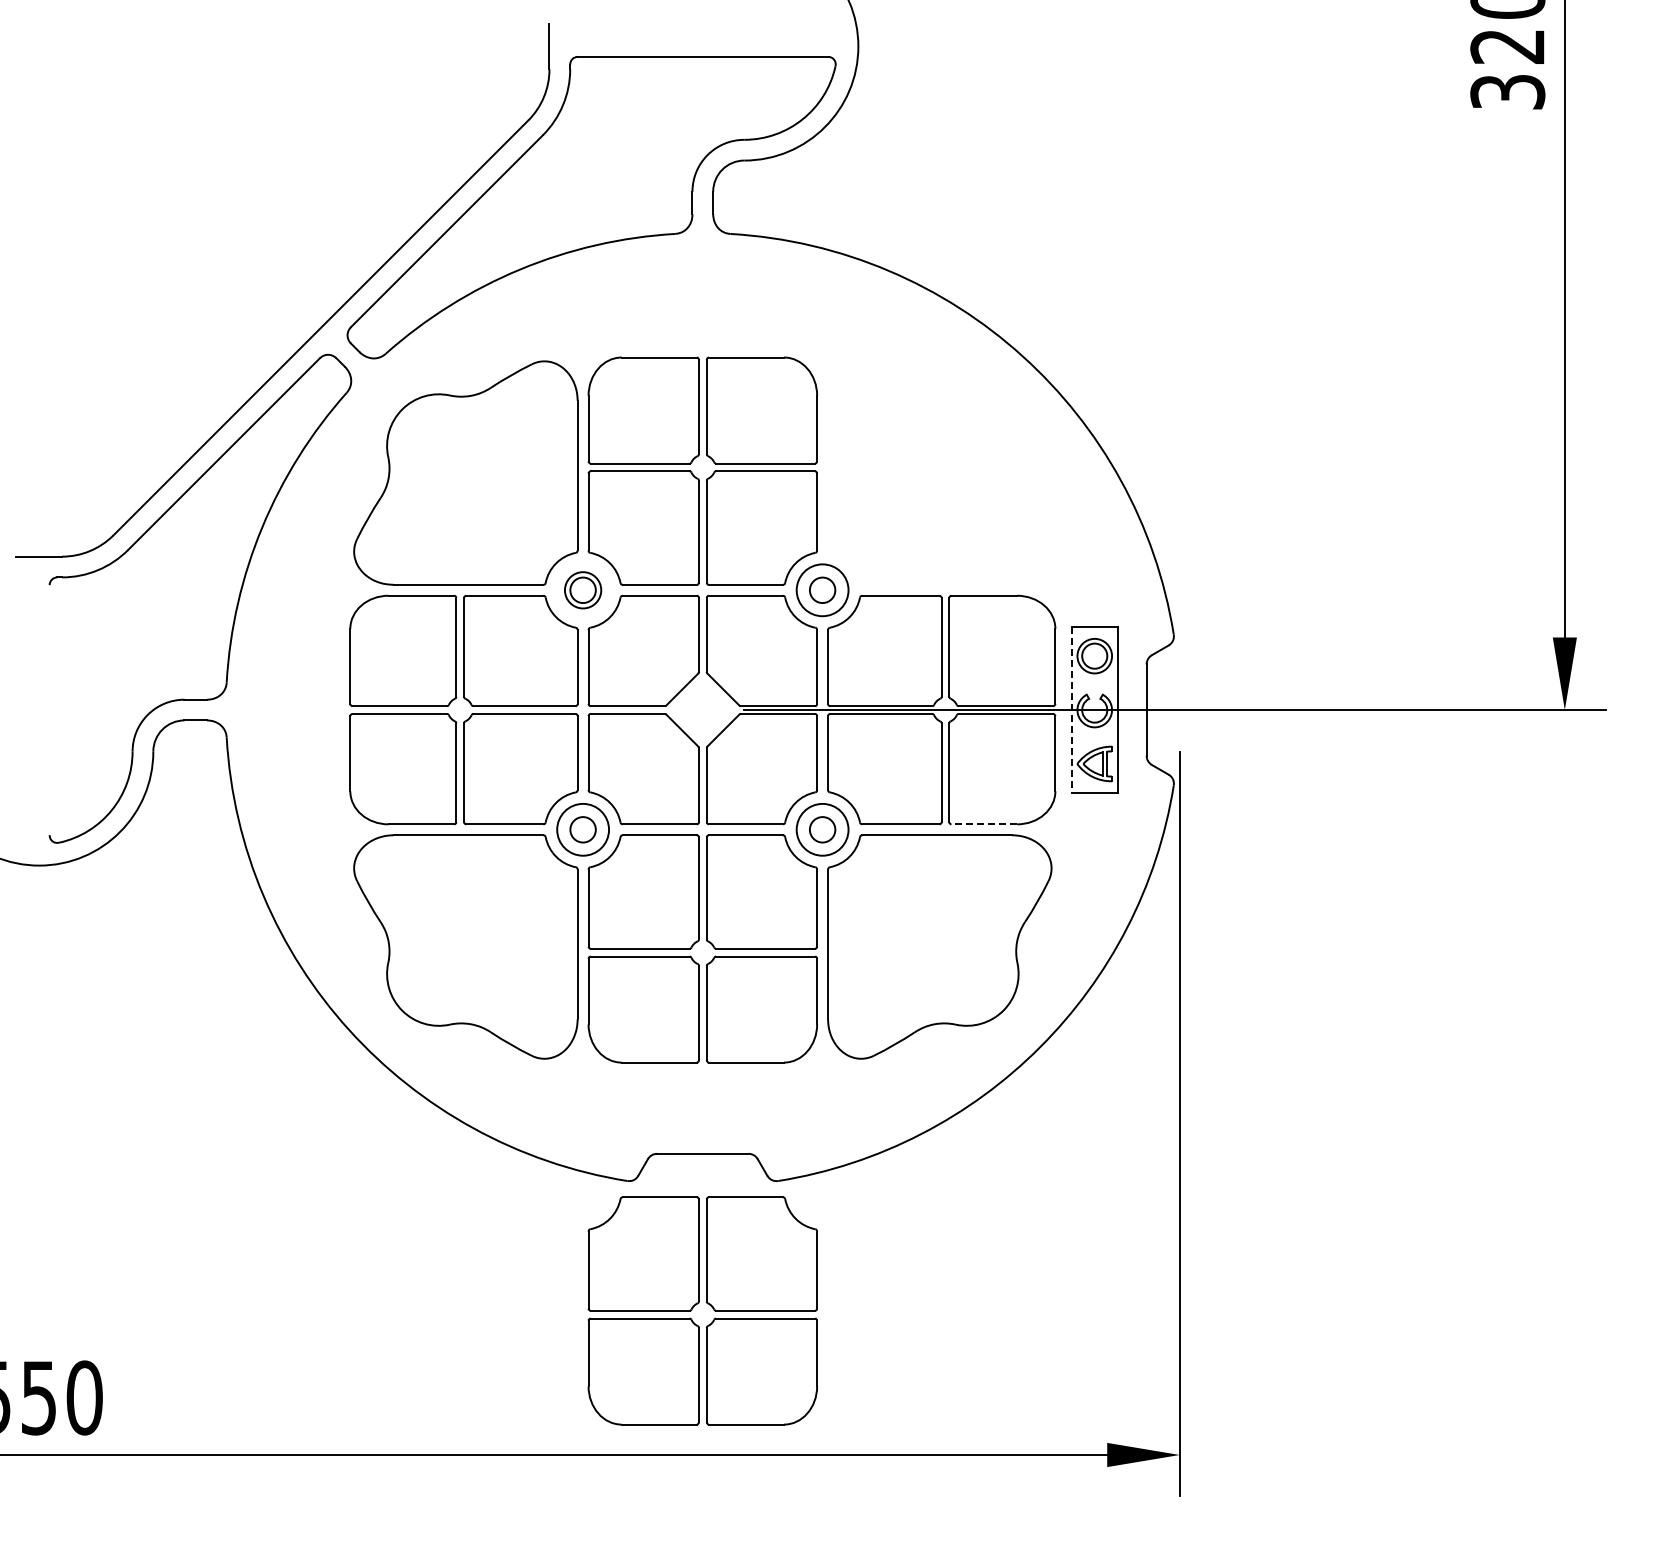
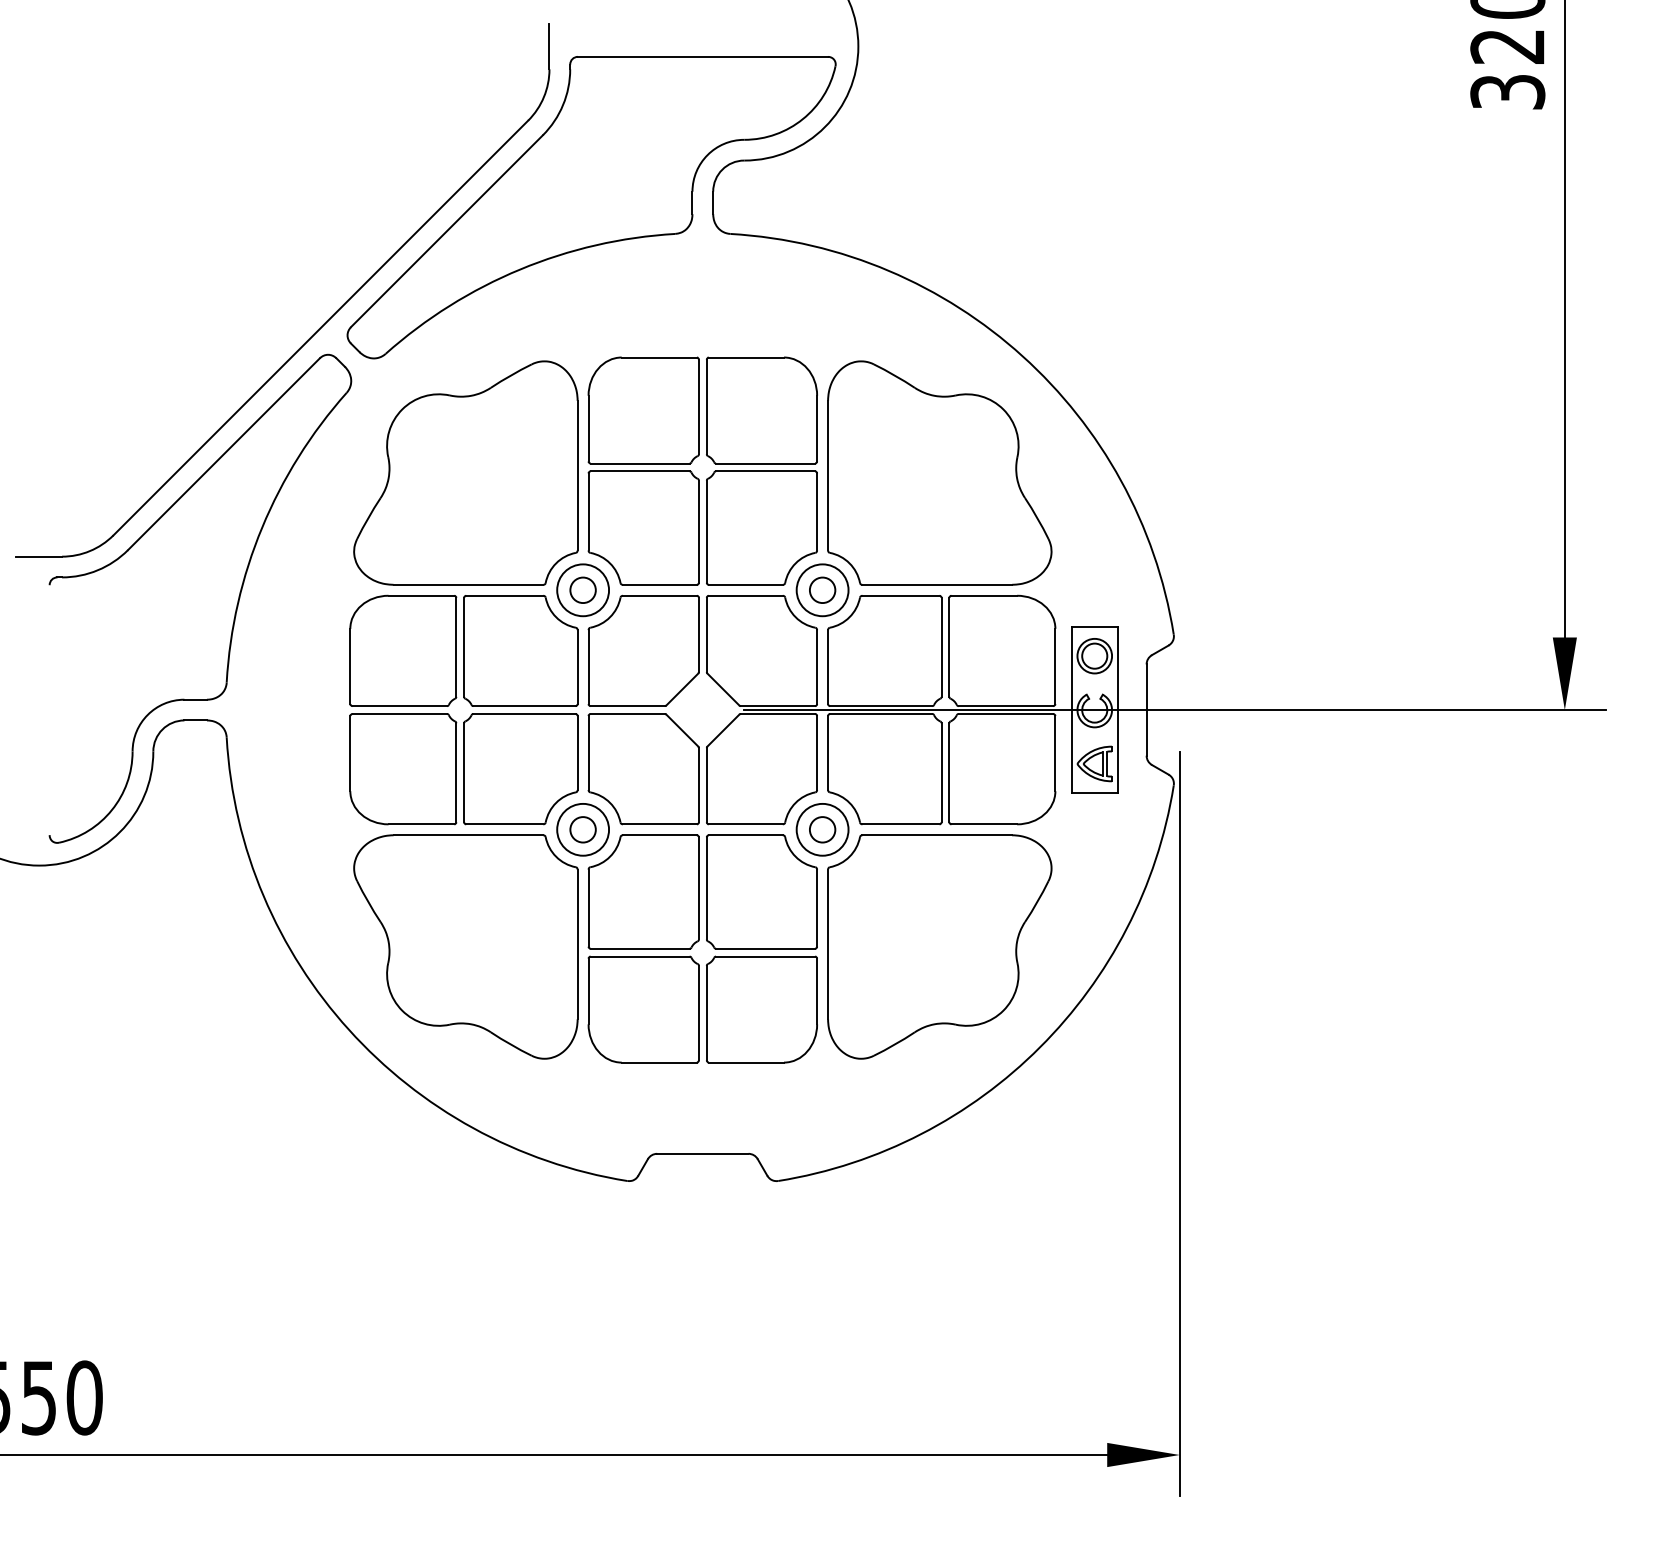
part at (939, 472): none -> present
circle at (582, 590) diameter: 36 px -> 52 px
line at (1071, 710): dashed -> solid
line at (984, 824): dashed -> solid
part at (699, 1303): present -> none
